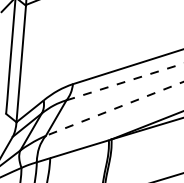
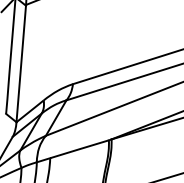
line at (125, 81): dashed -> solid
line at (114, 108): dashed -> solid
